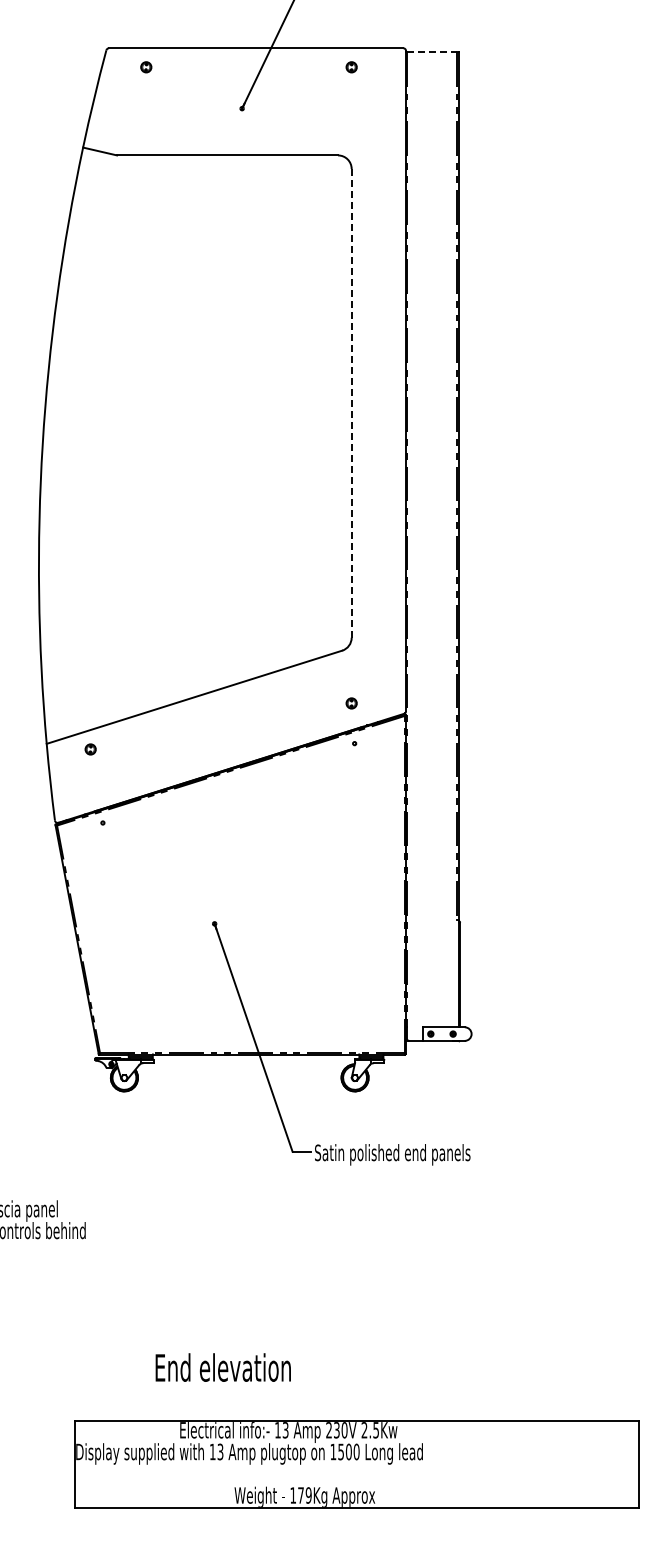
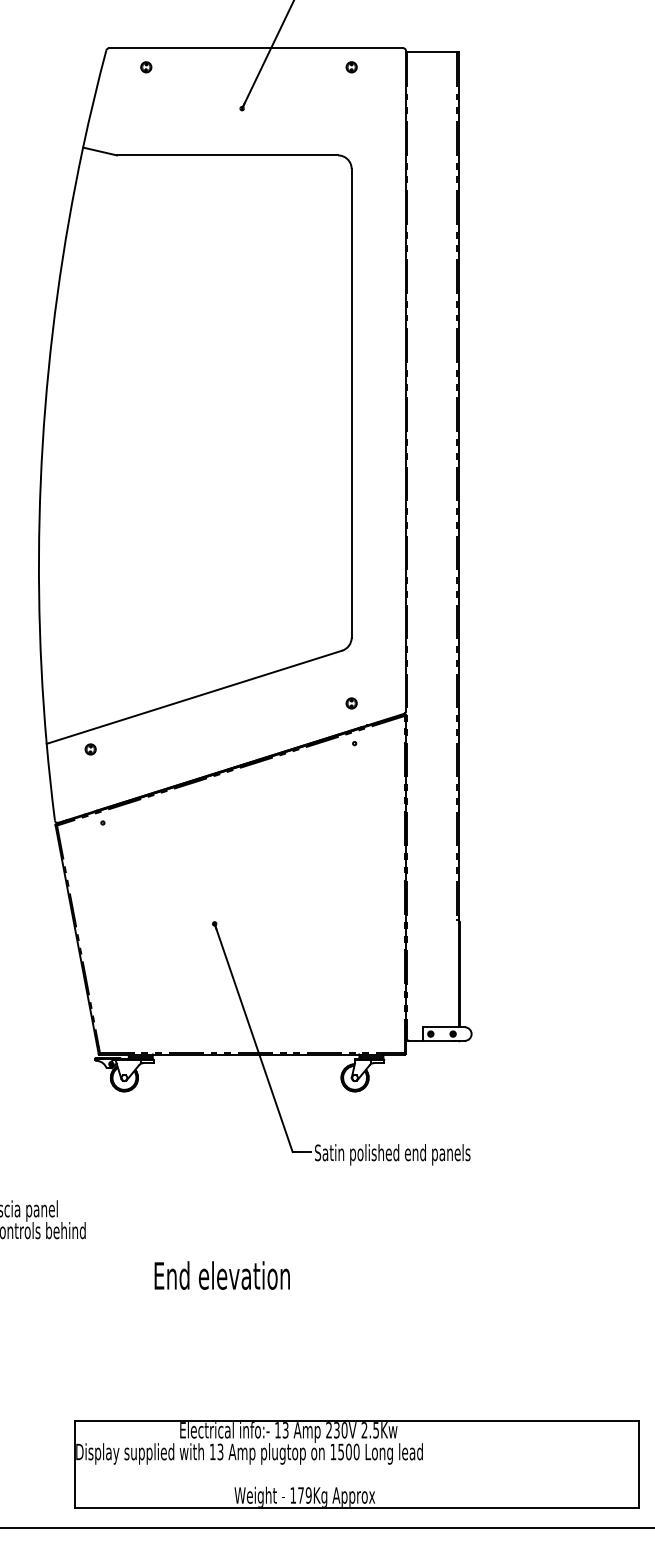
line at (432, 52): dashed -> solid
line at (351, 403): dashed -> solid
text at (222, 1367) position: (222, 1367) -> (221, 1275)
line at (326, 1528): none -> present
